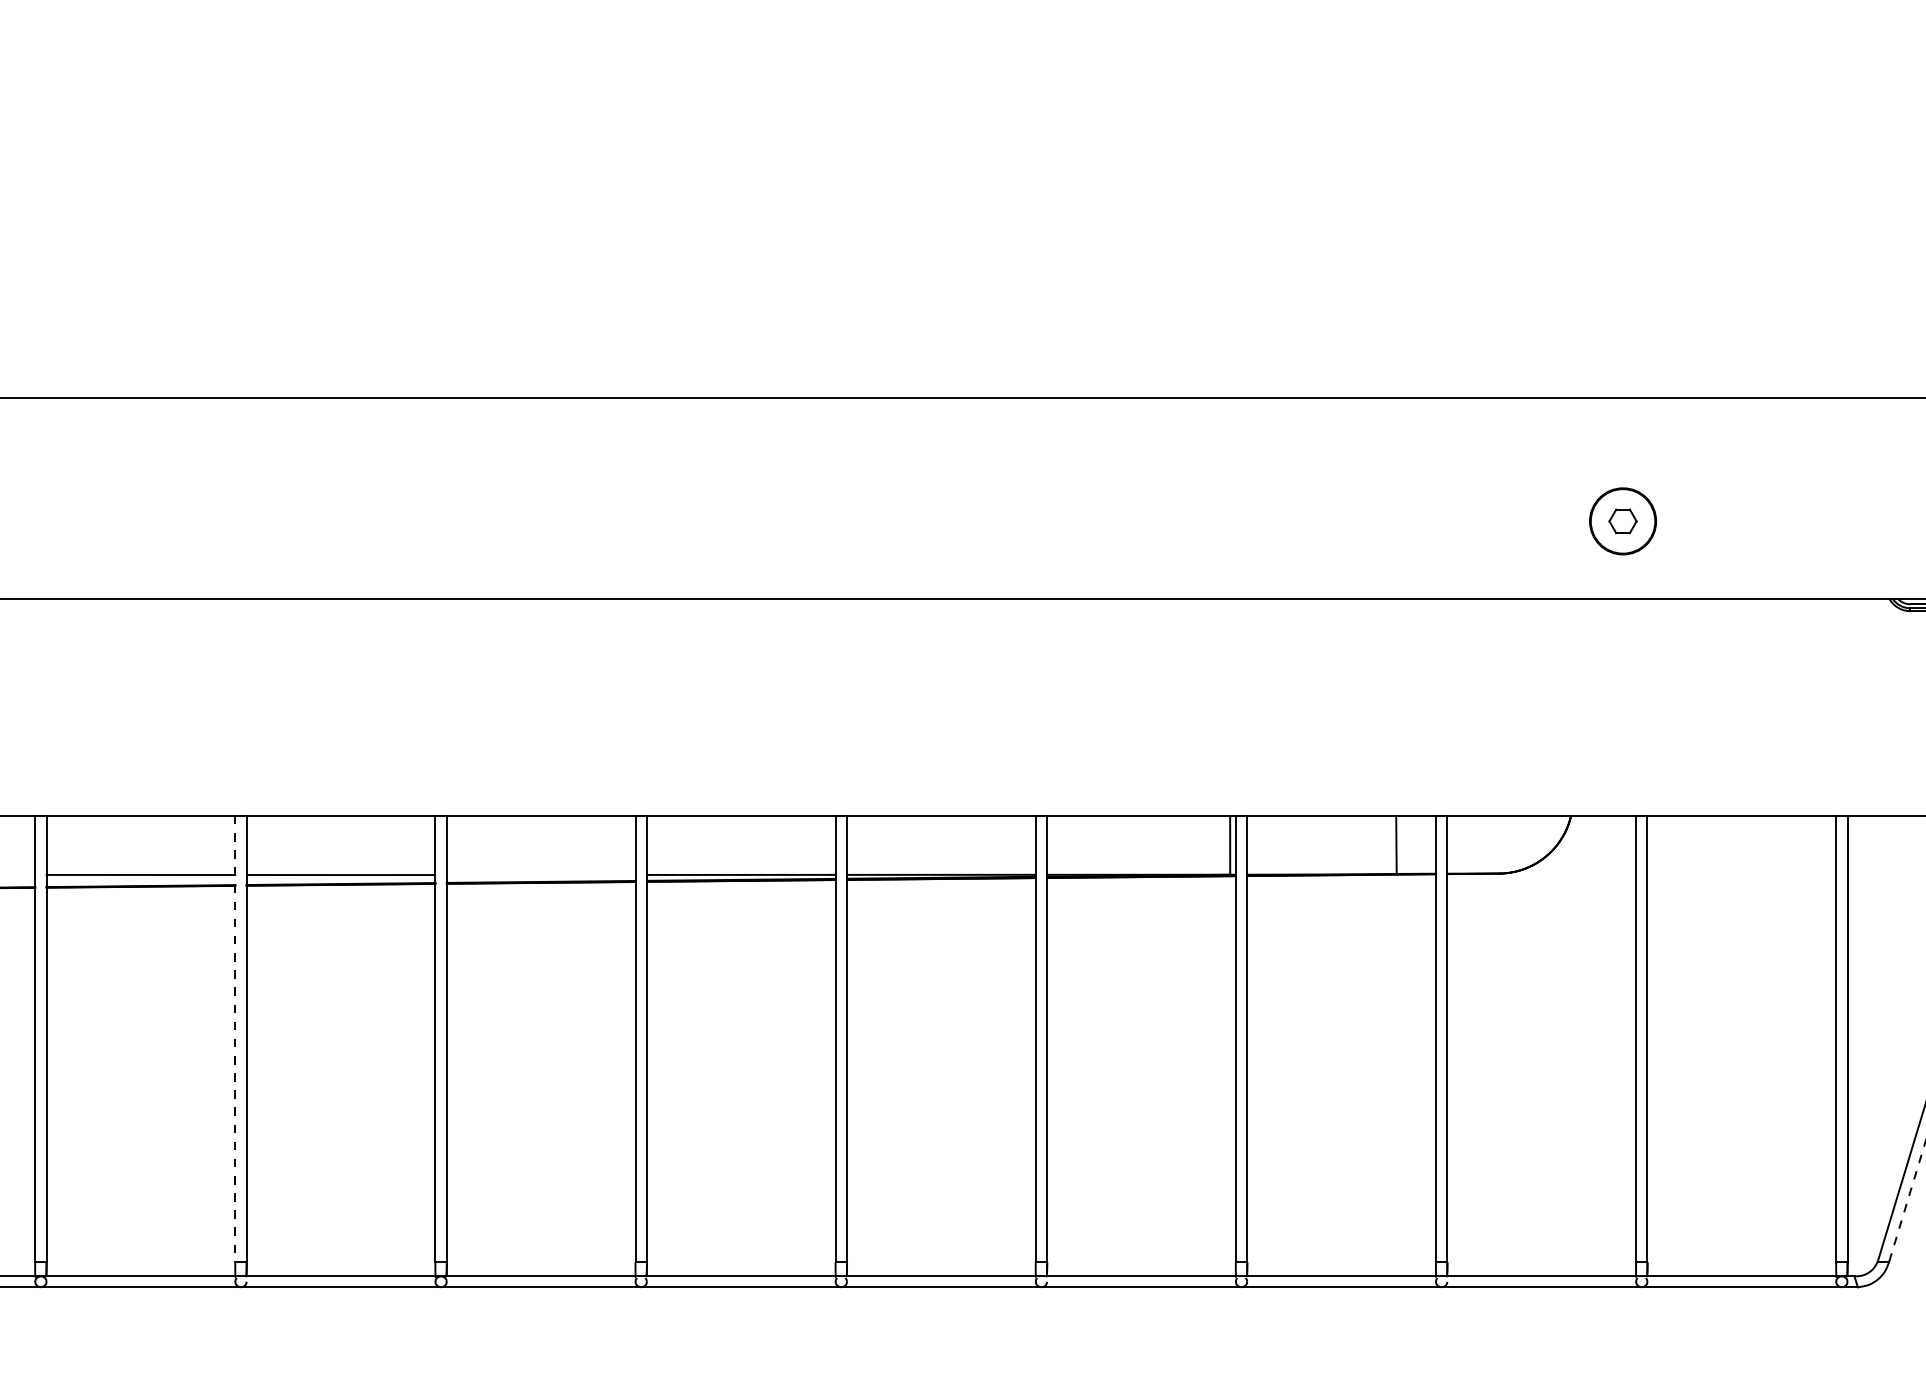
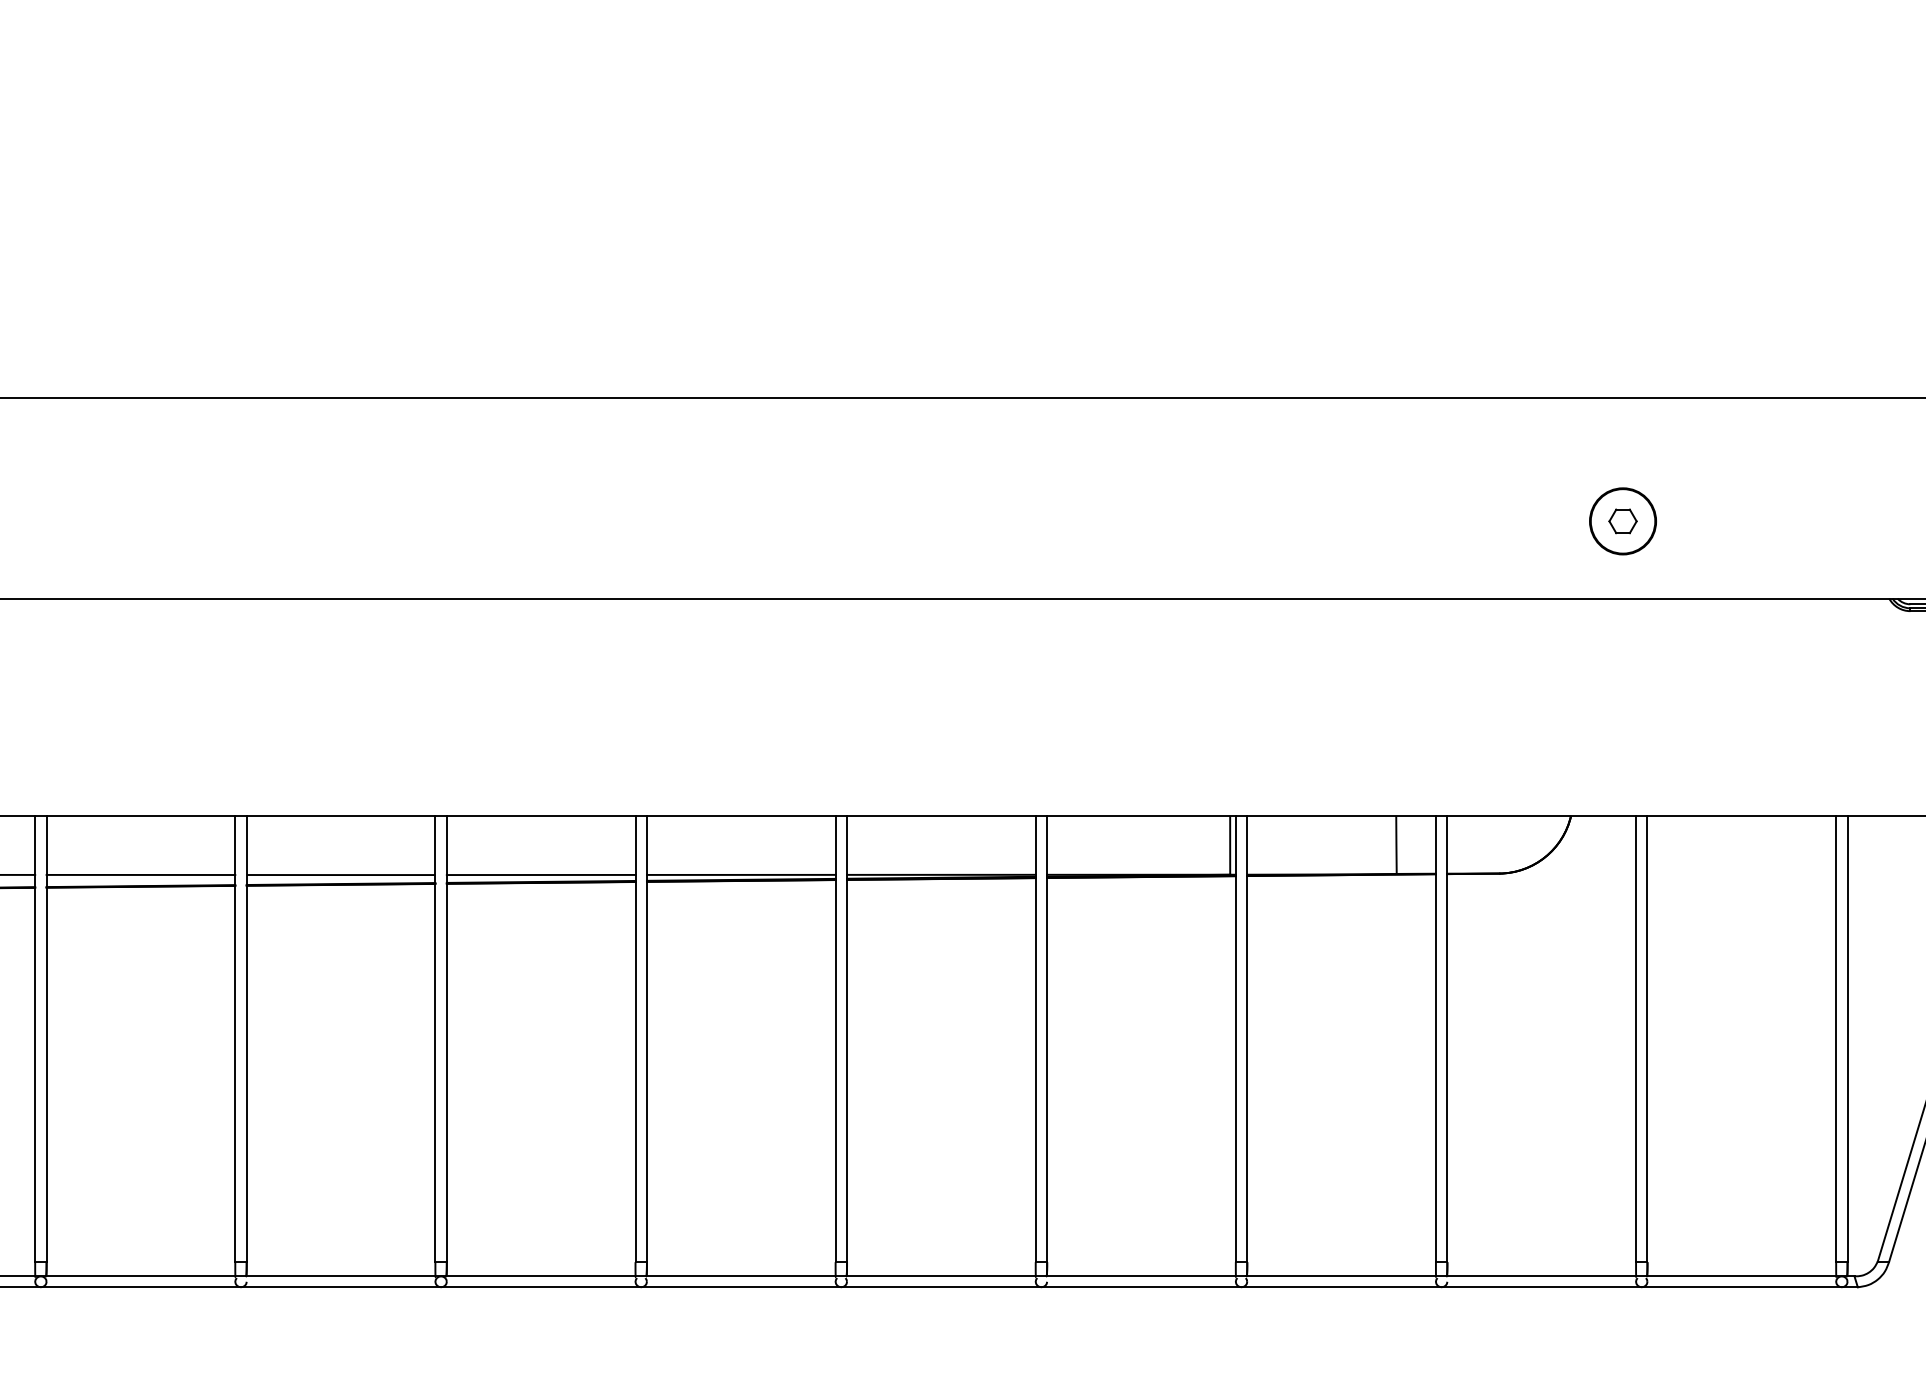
line at (18, 874): none -> present
line at (540, 874): none -> present
line at (235, 1039): dashed -> solid
line at (1907, 1201): dashed -> solid
